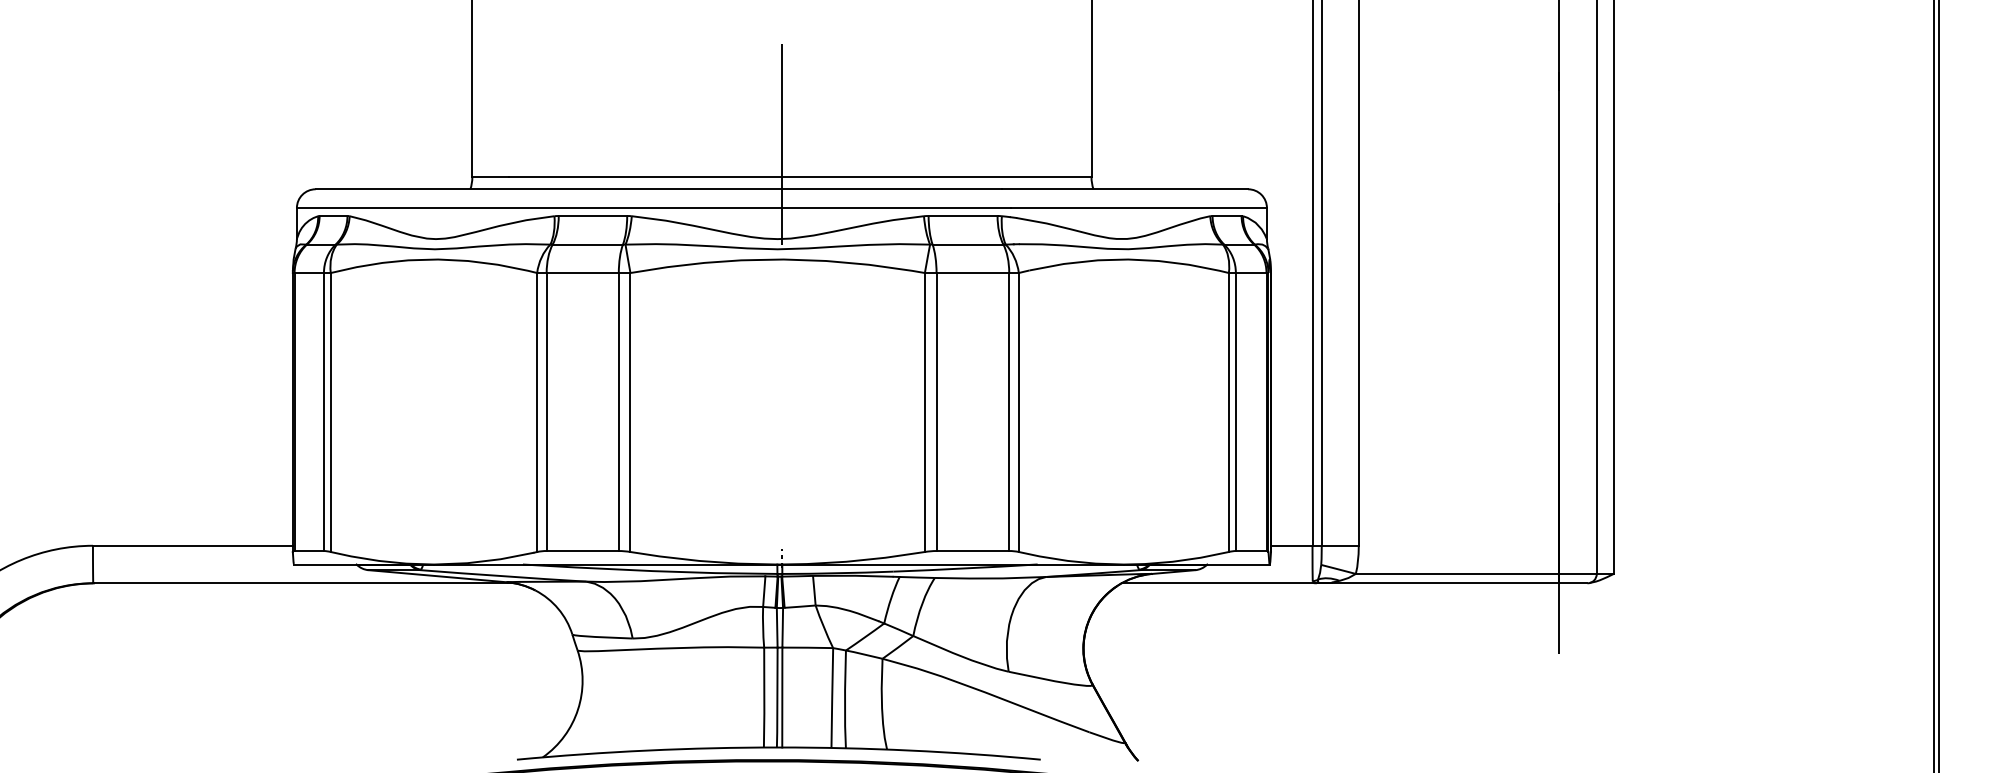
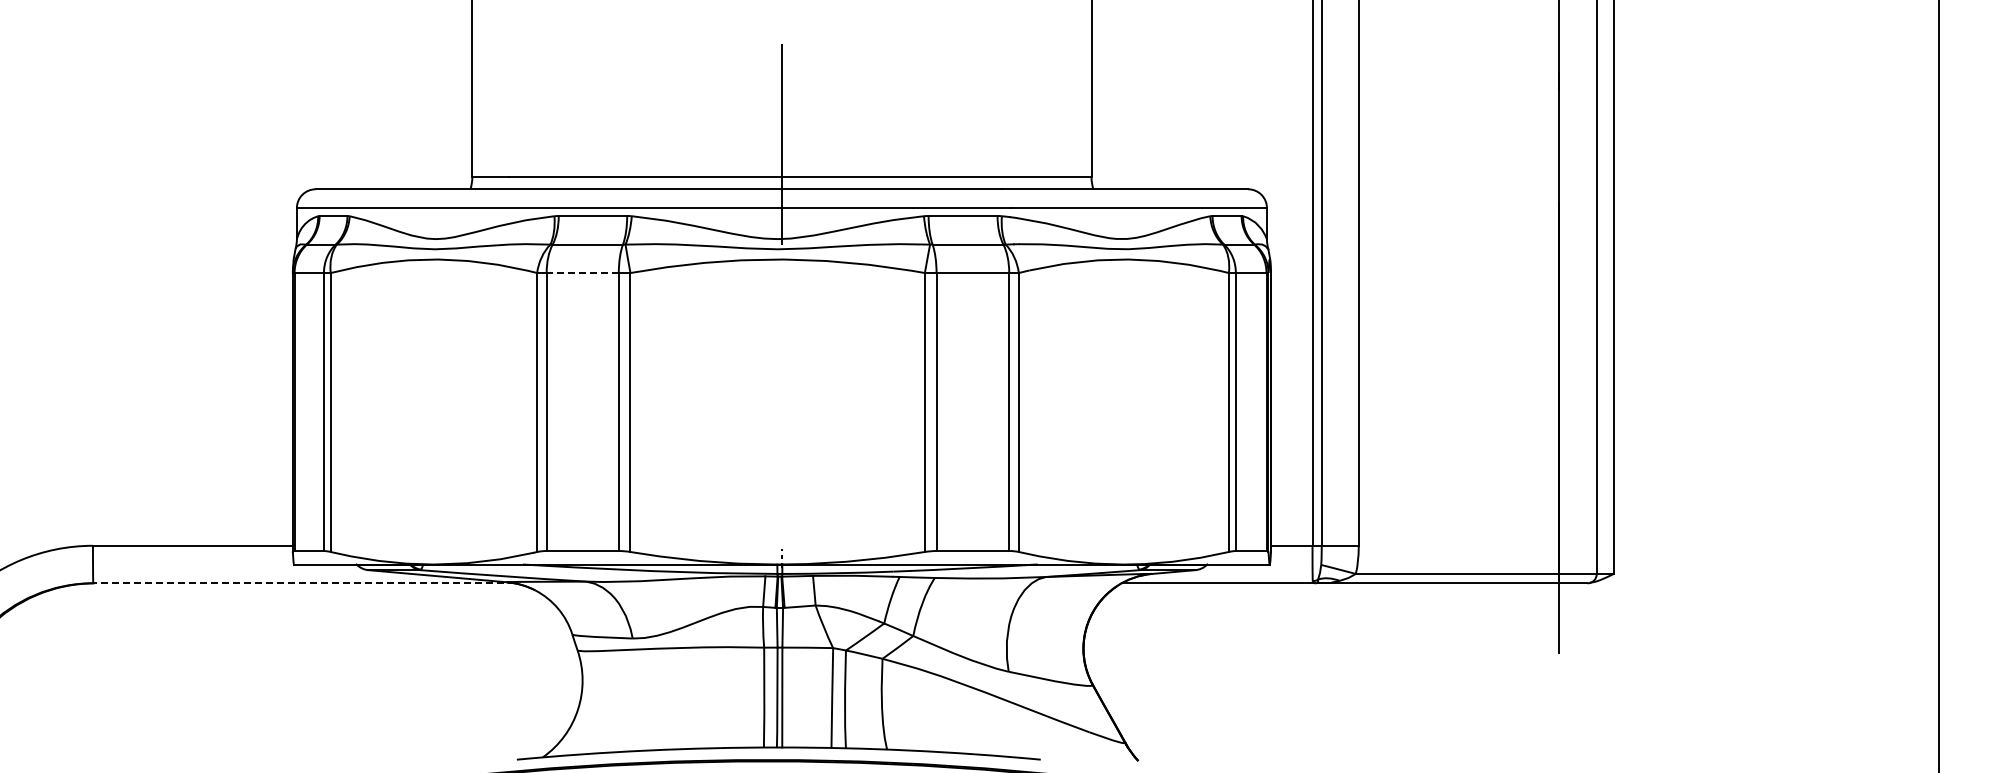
line at (582, 273): solid -> dashed
line at (1933, 385): present -> none
line at (303, 583): solid -> dashed
